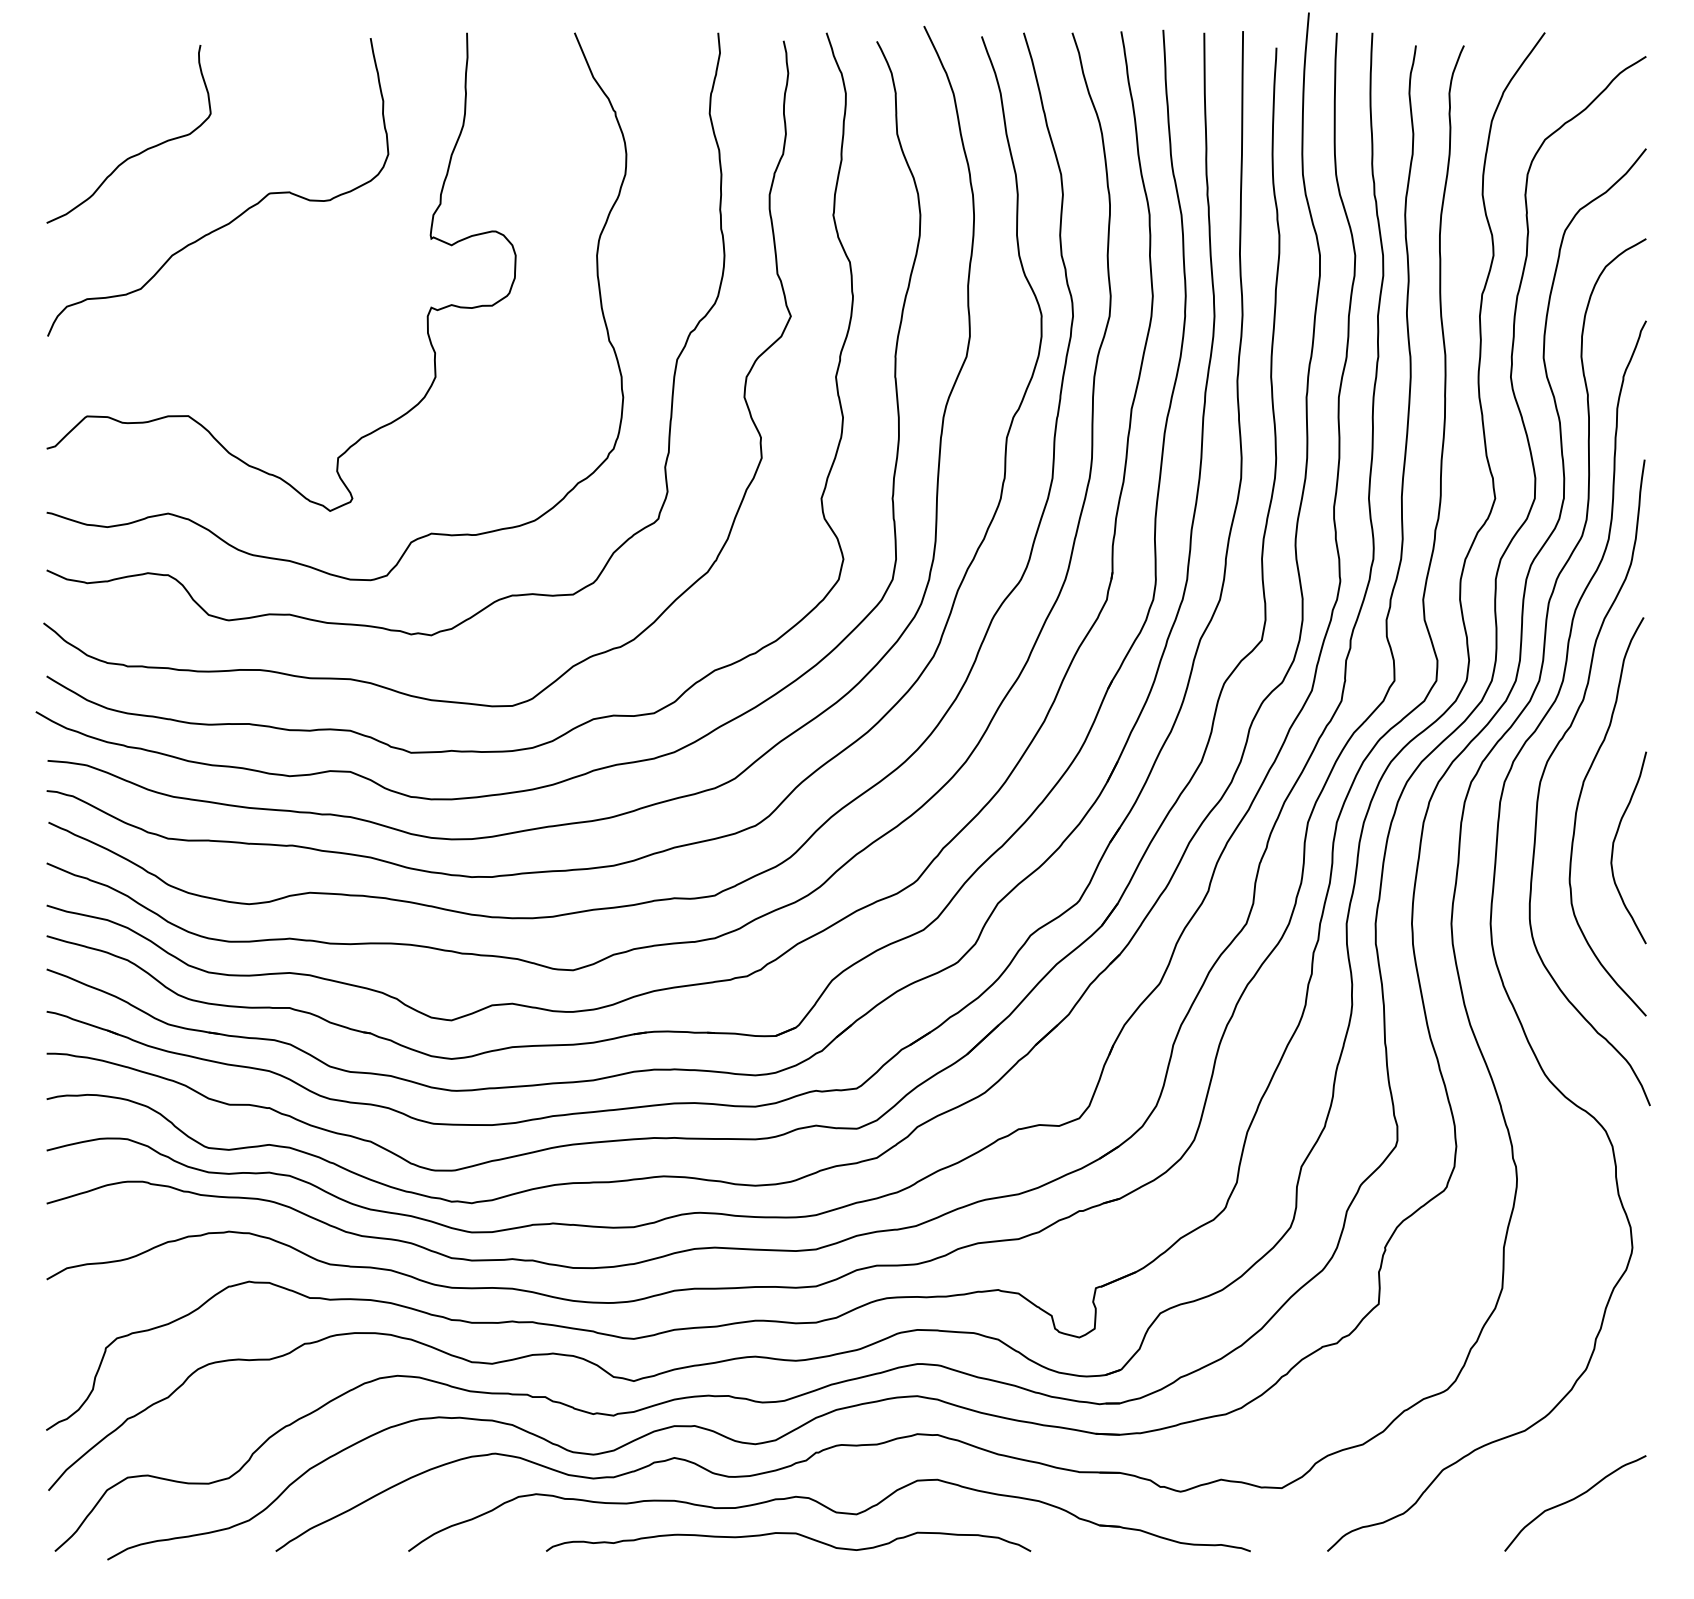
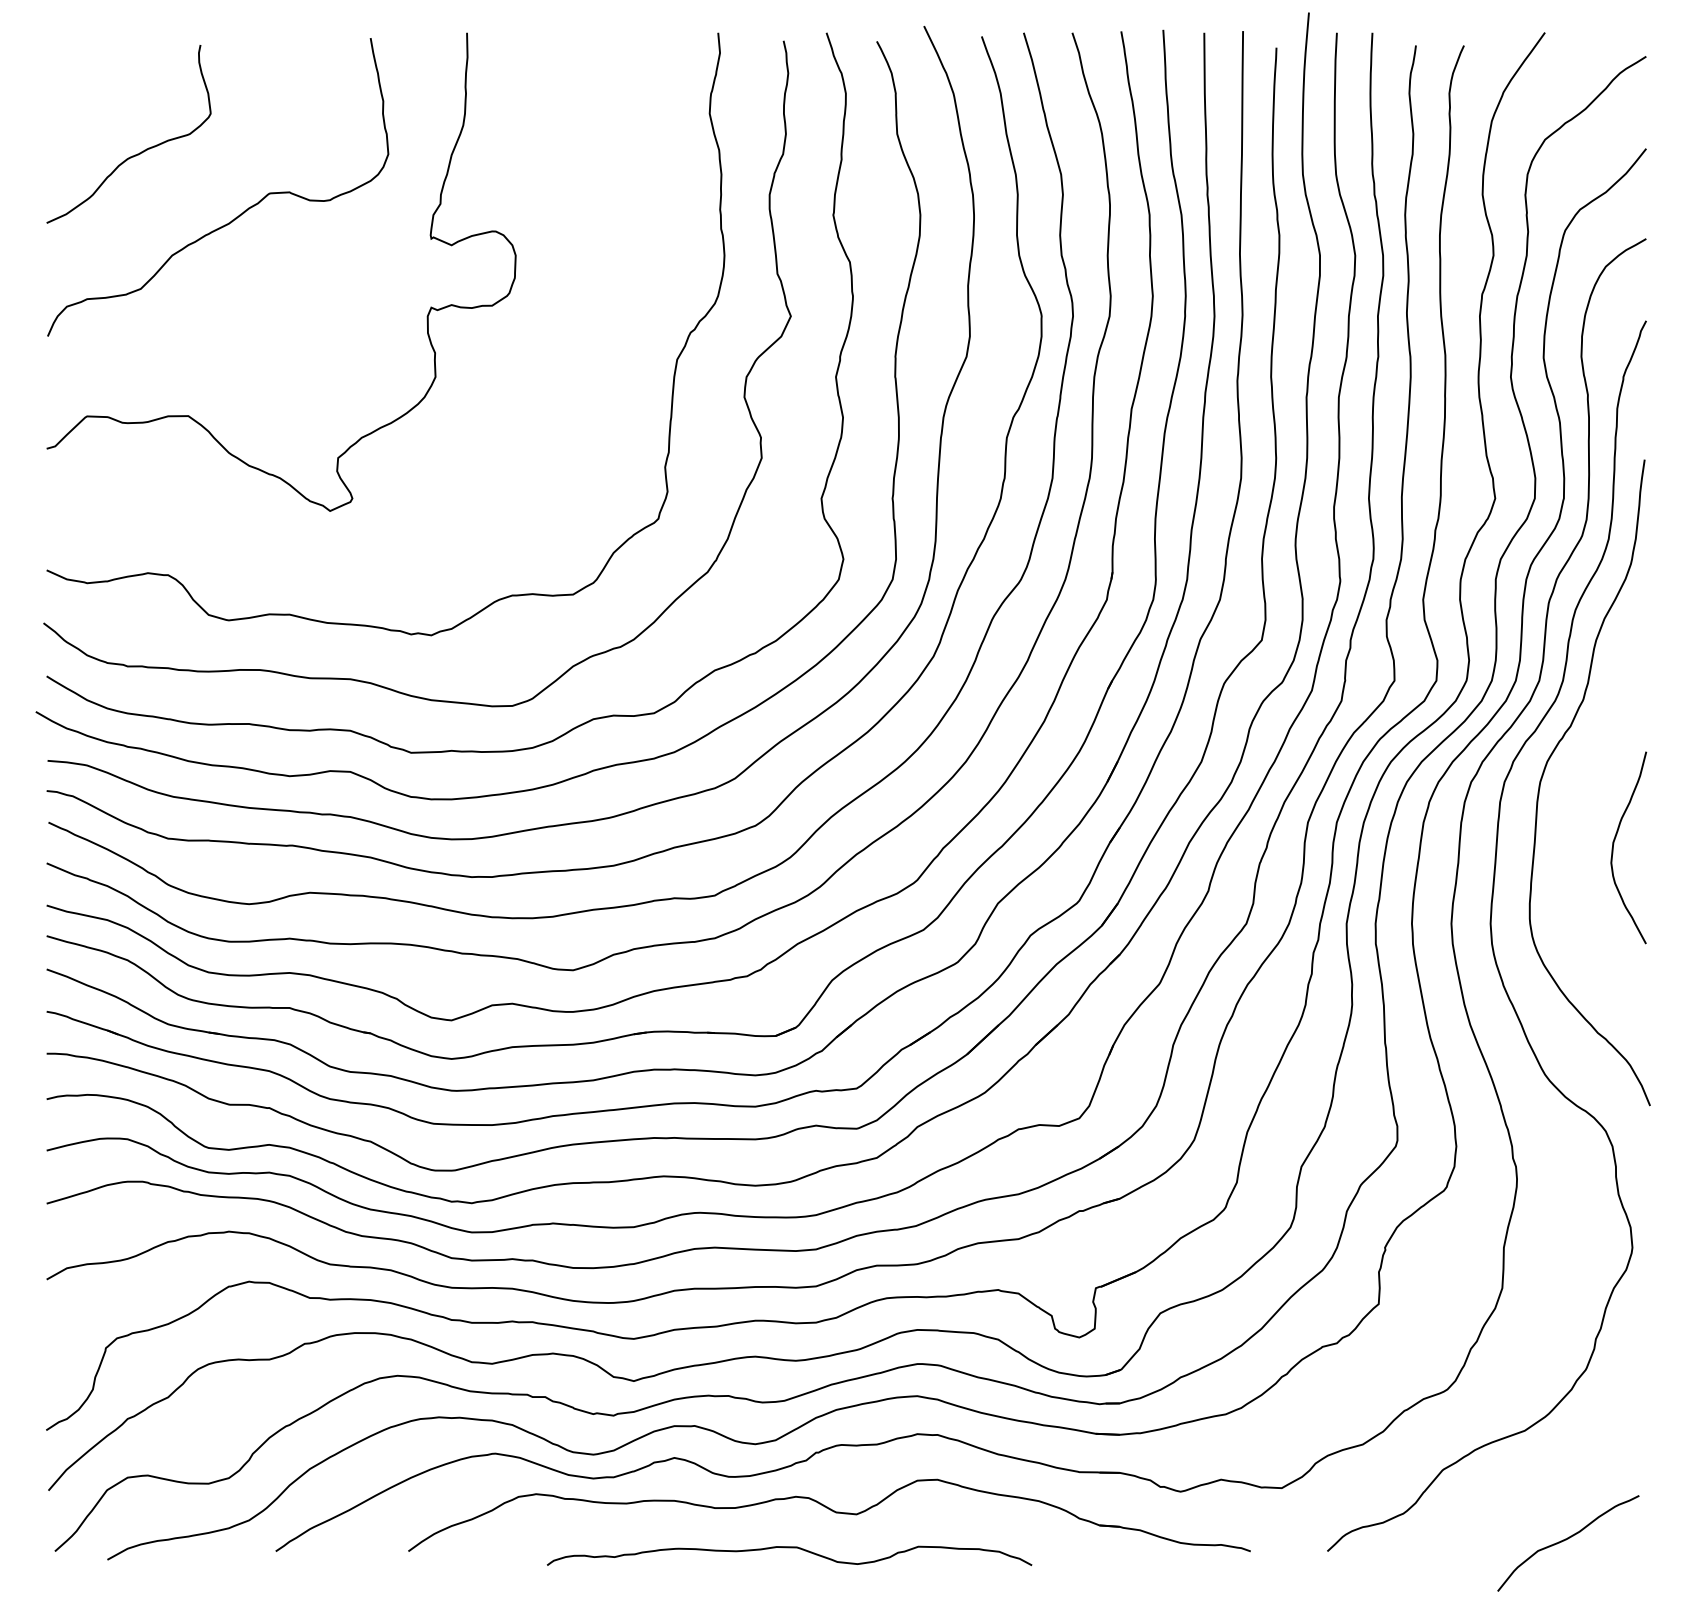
curve at (423, 535): present -> none
curve at (1577, 812): present -> none
curve at (1573, 1500) position: (1573, 1500) -> (1566, 1540)
curve at (788, 1534) position: (788, 1534) -> (789, 1548)
